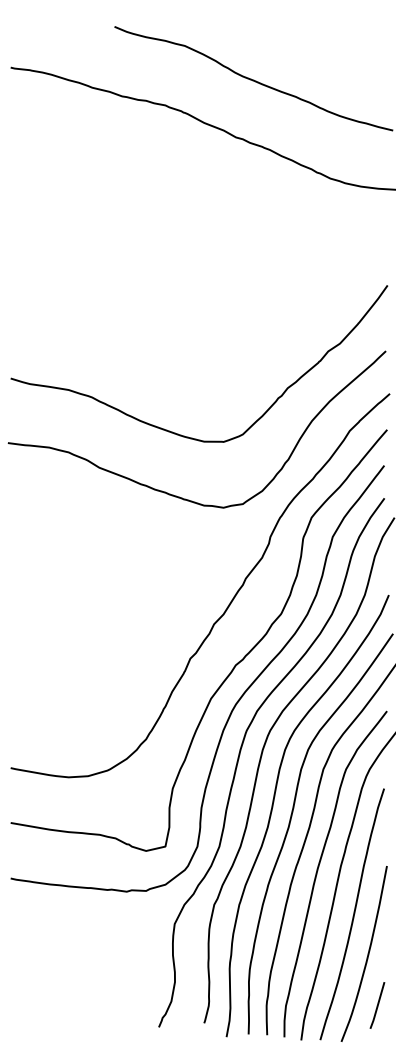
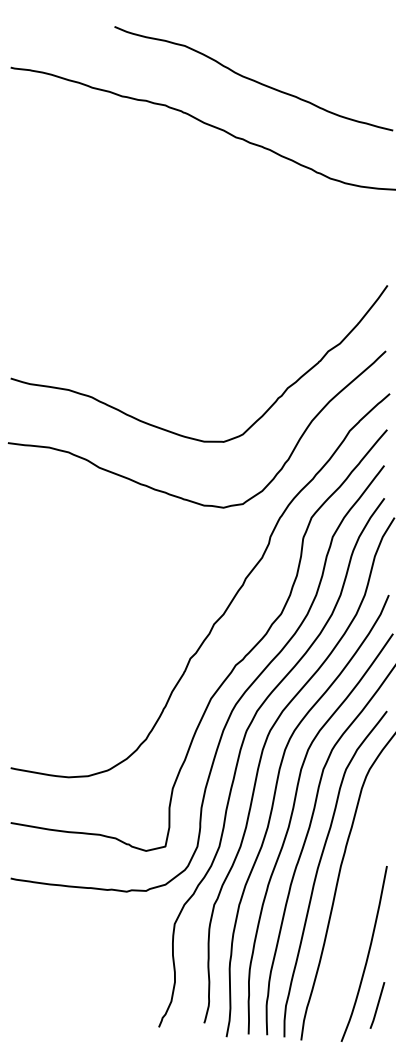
curve at (353, 914): present -> none
